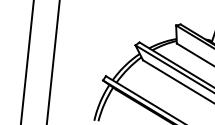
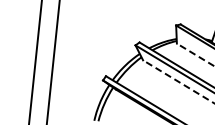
line at (195, 54): solid -> dashed
line at (27, 61) position: (27, 61) -> (35, 61)
line at (178, 81): solid -> dashed
